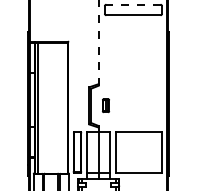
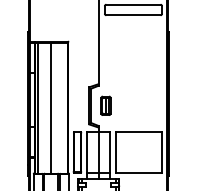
line at (132, 4): dashed -> solid
line at (98, 43): dashed -> solid
part at (105, 105) size: 8x15 px -> 12x21 px
line at (51, 107): none -> present
